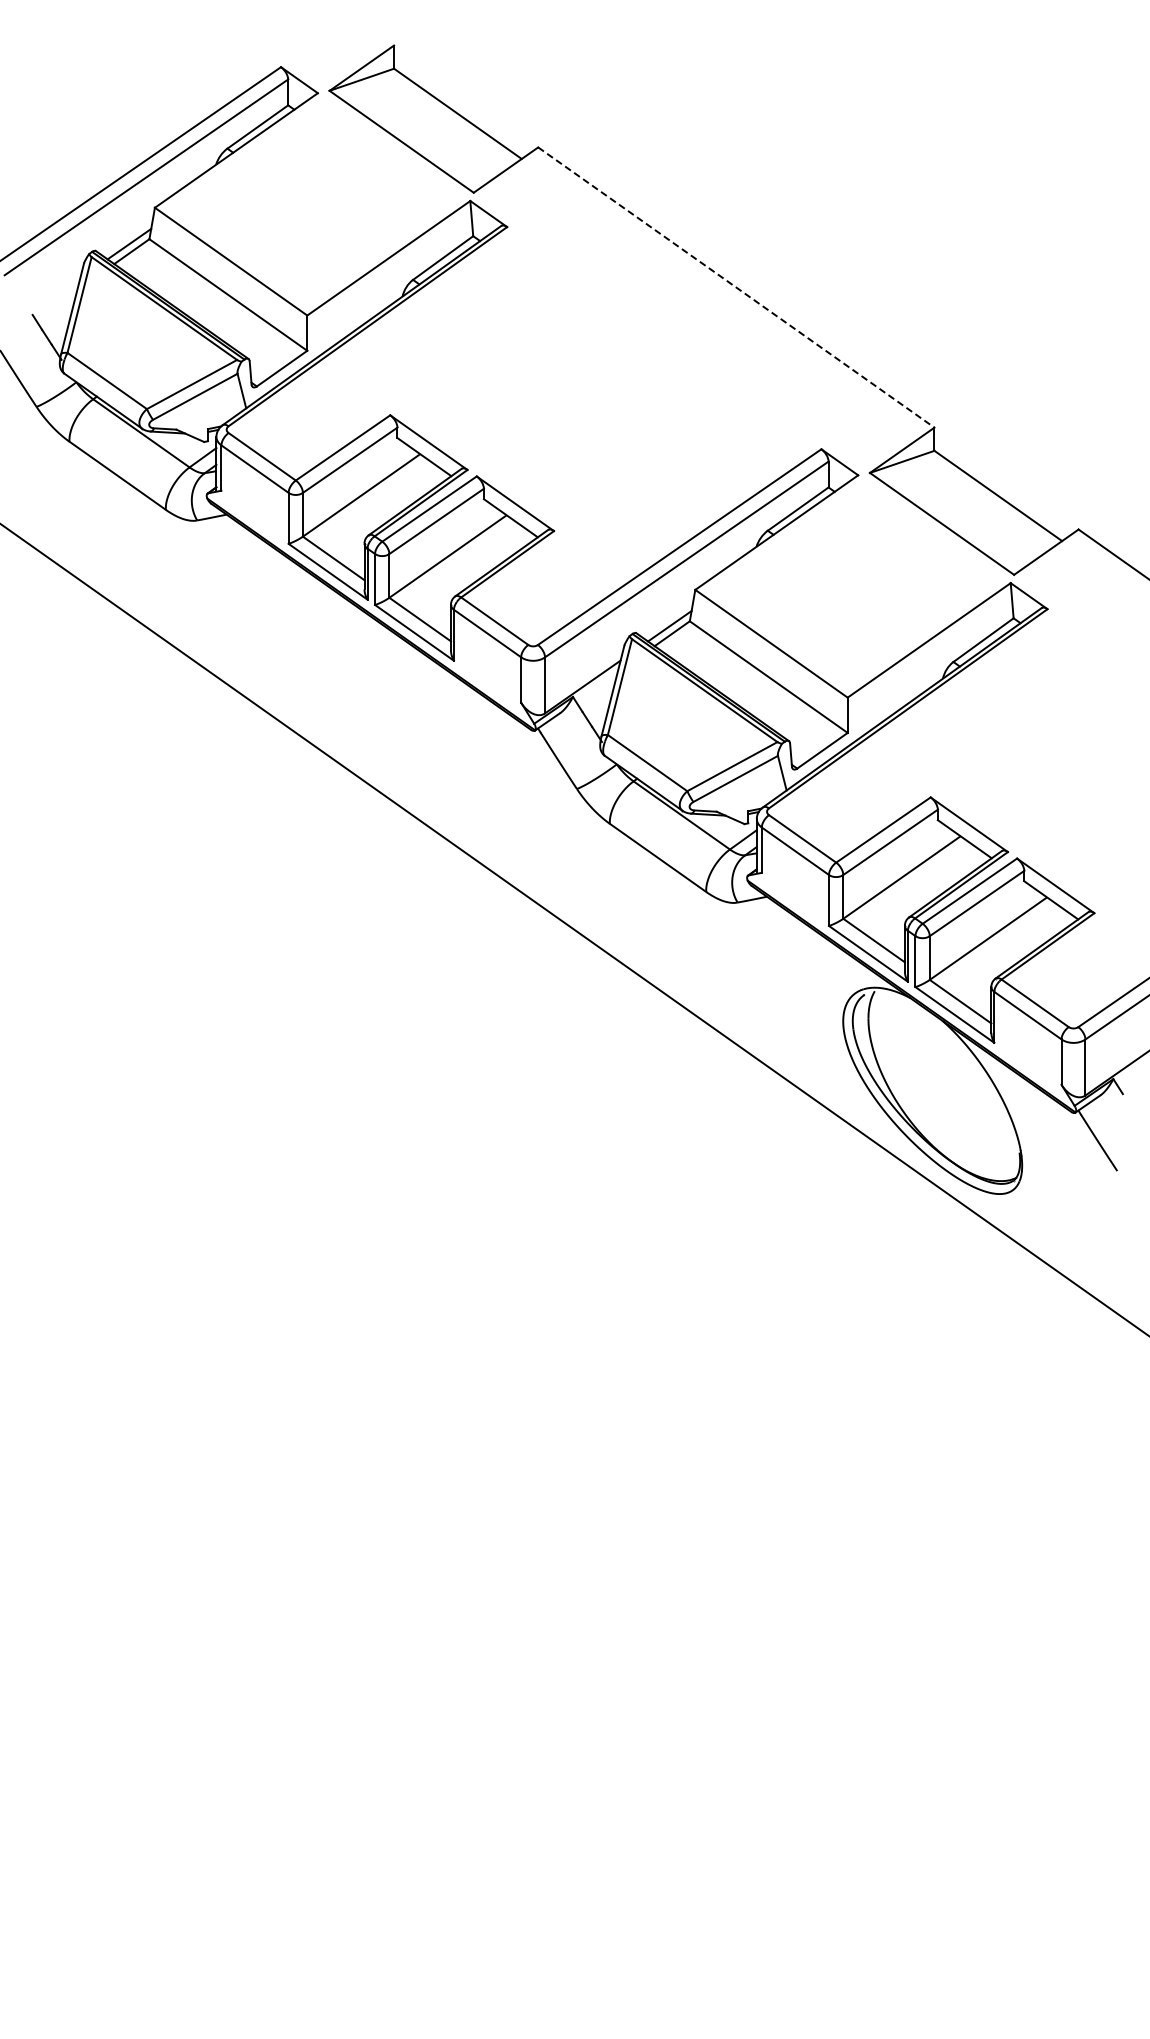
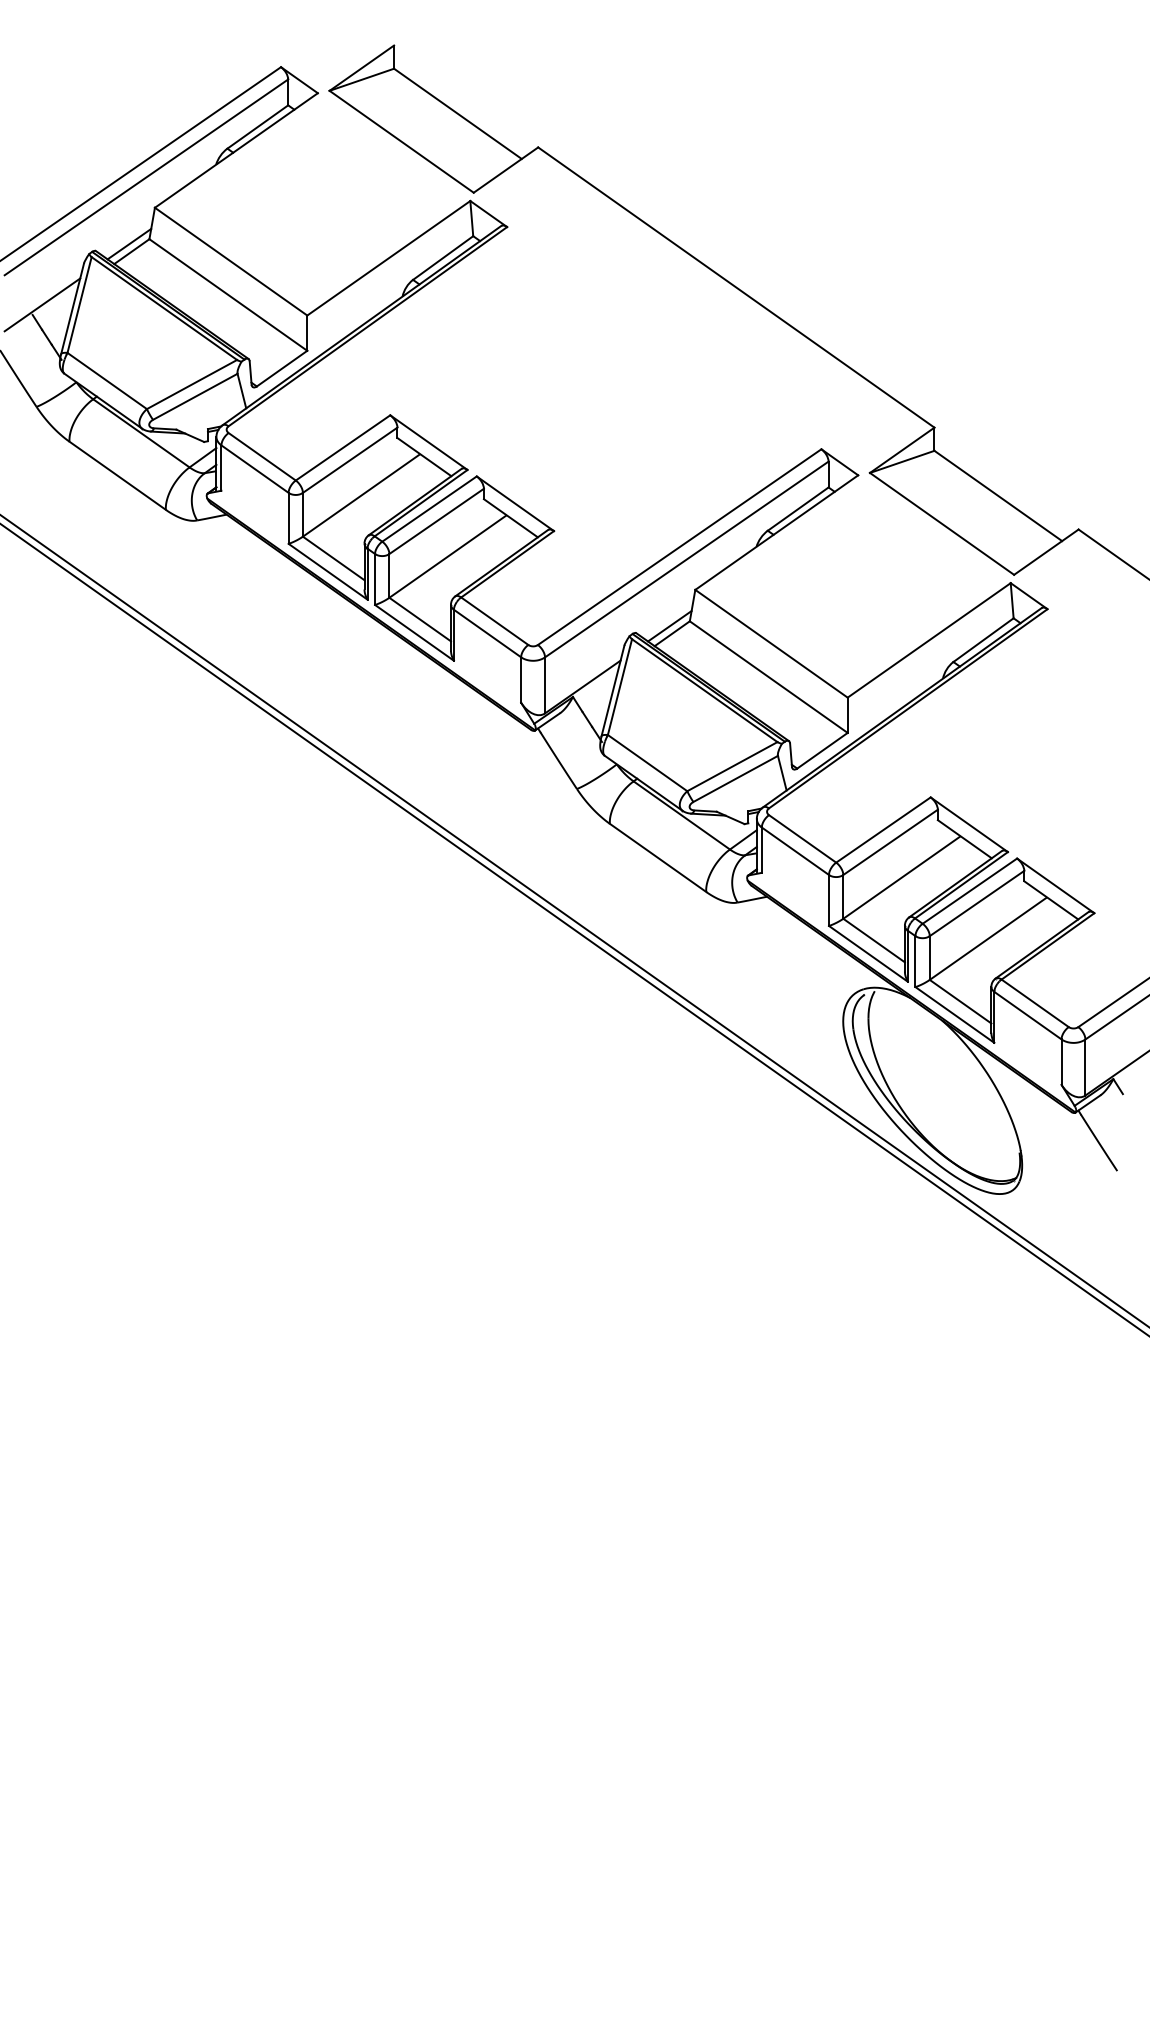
line at (736, 287): dashed -> solid
line at (42, 304): none -> present
line at (574, 920): none -> present
